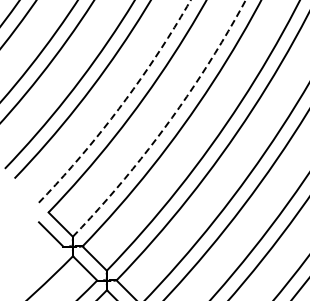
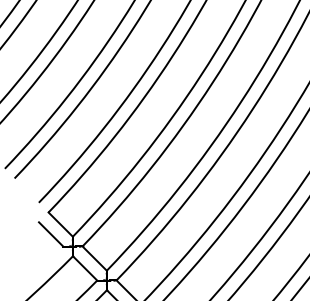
arc at (121, 105): dashed -> solid
arc at (168, 123): dashed -> solid
